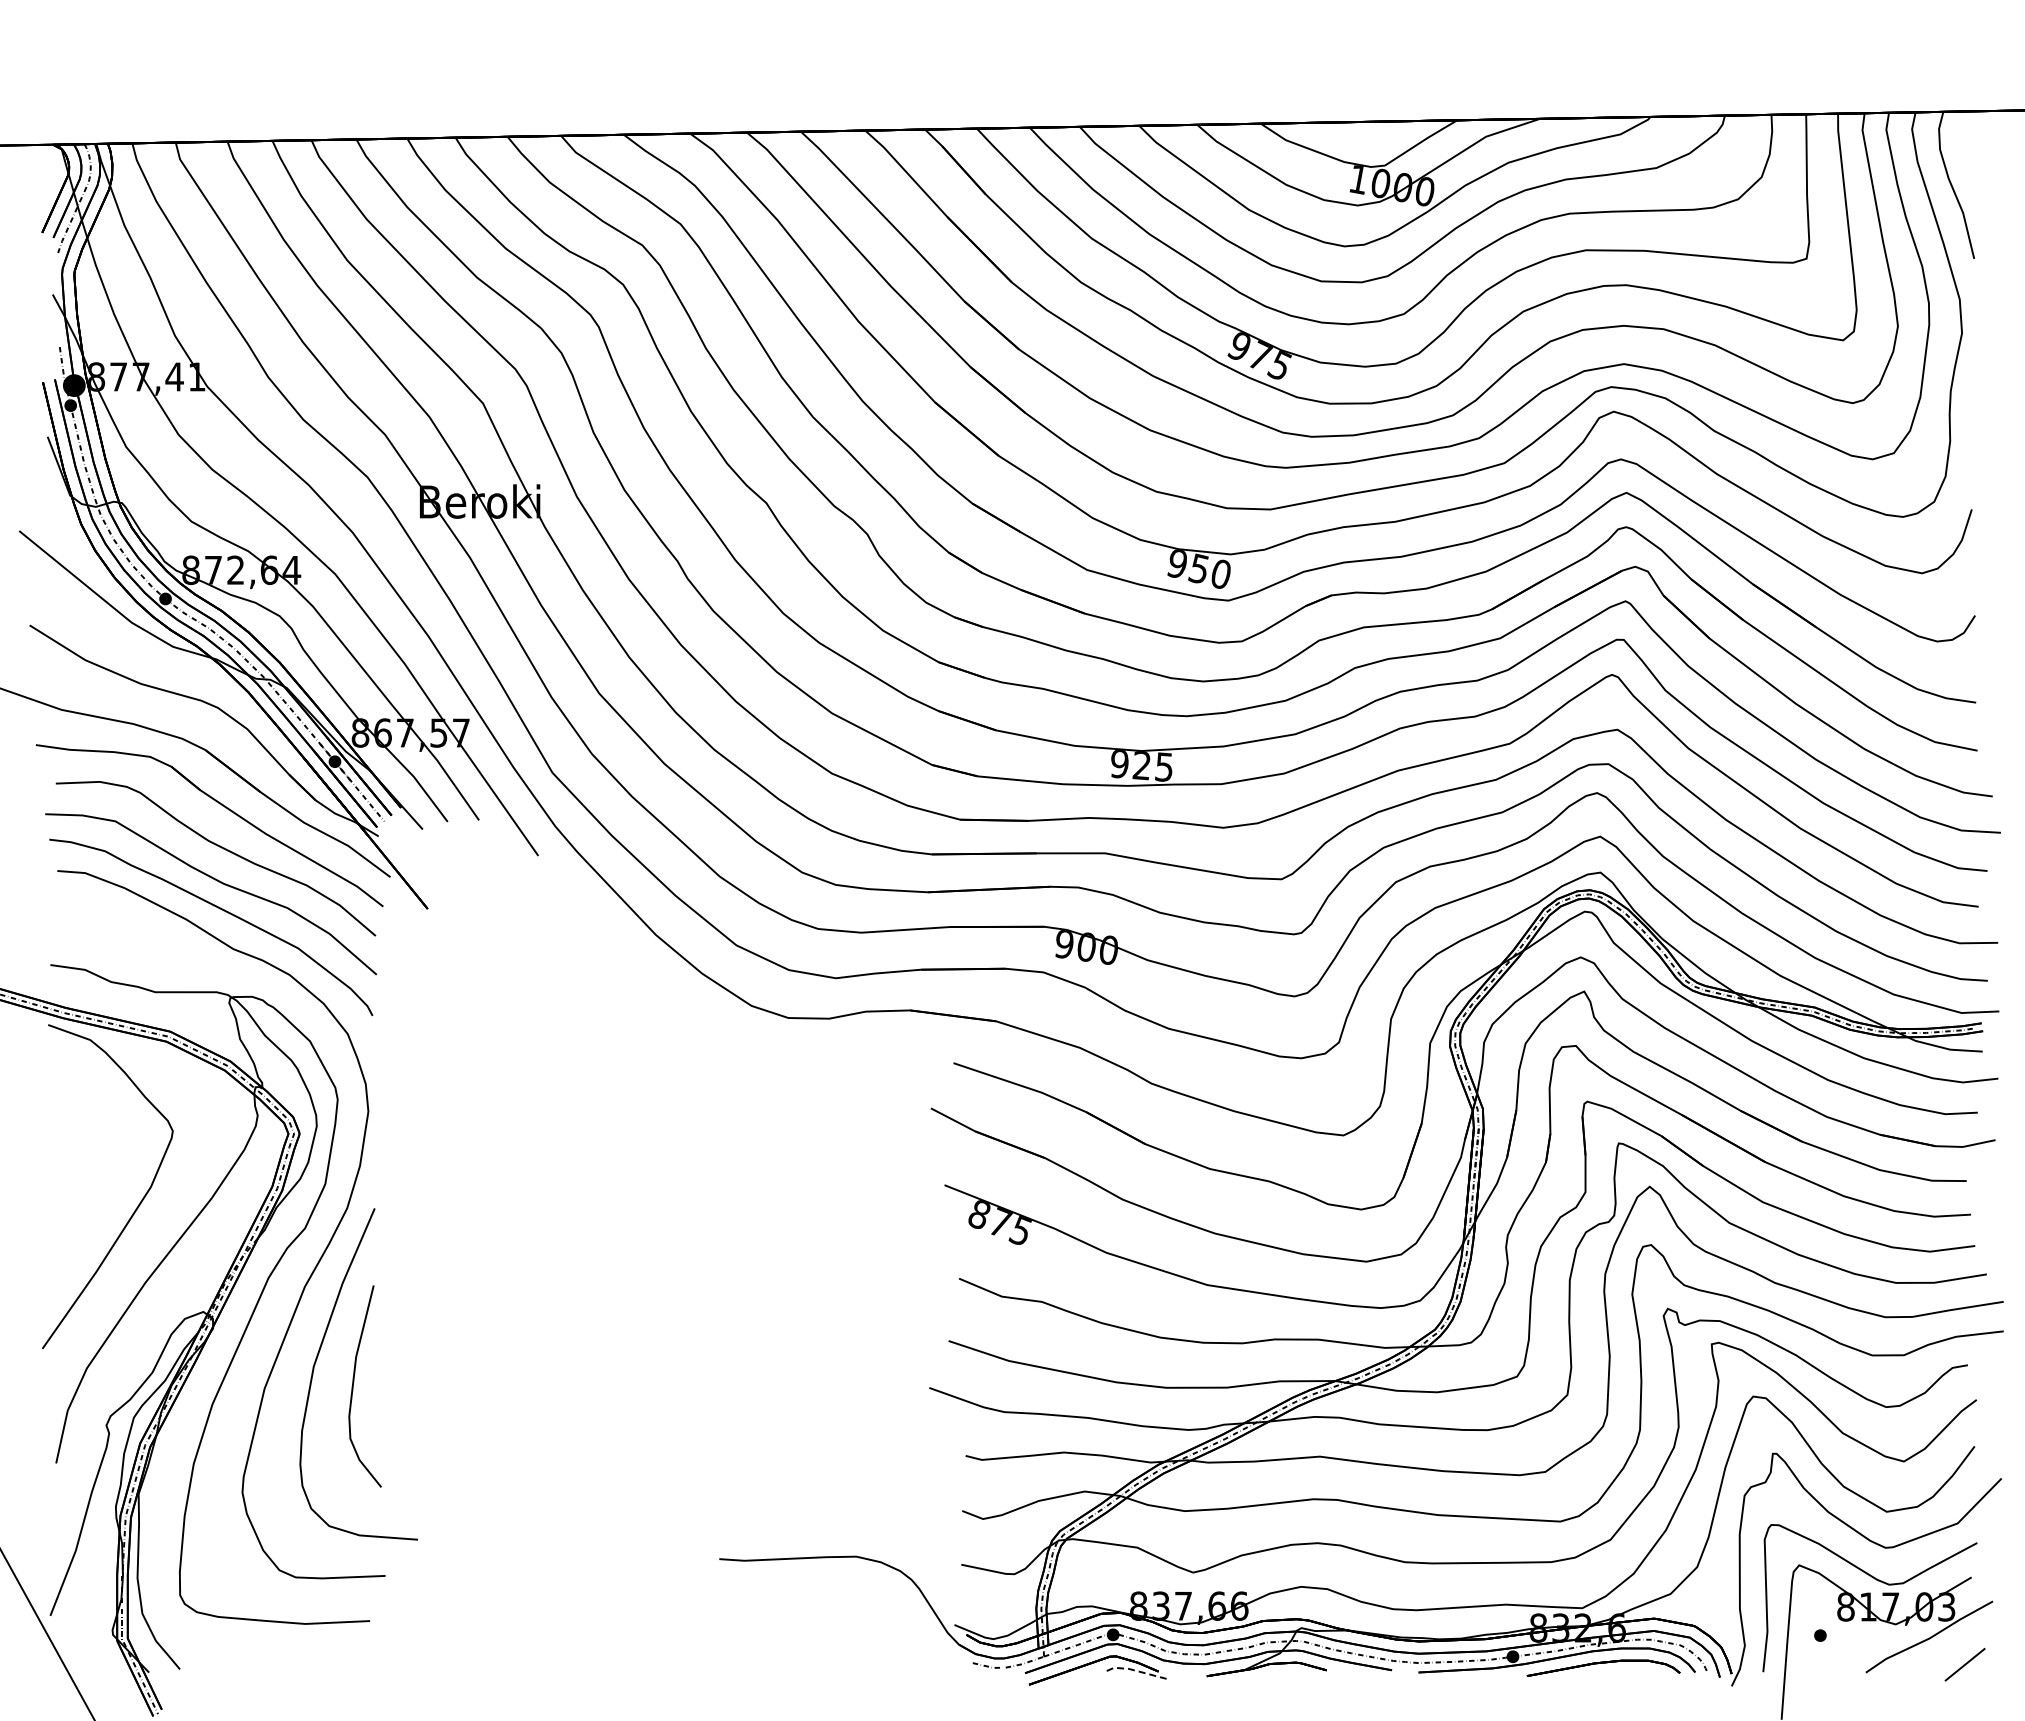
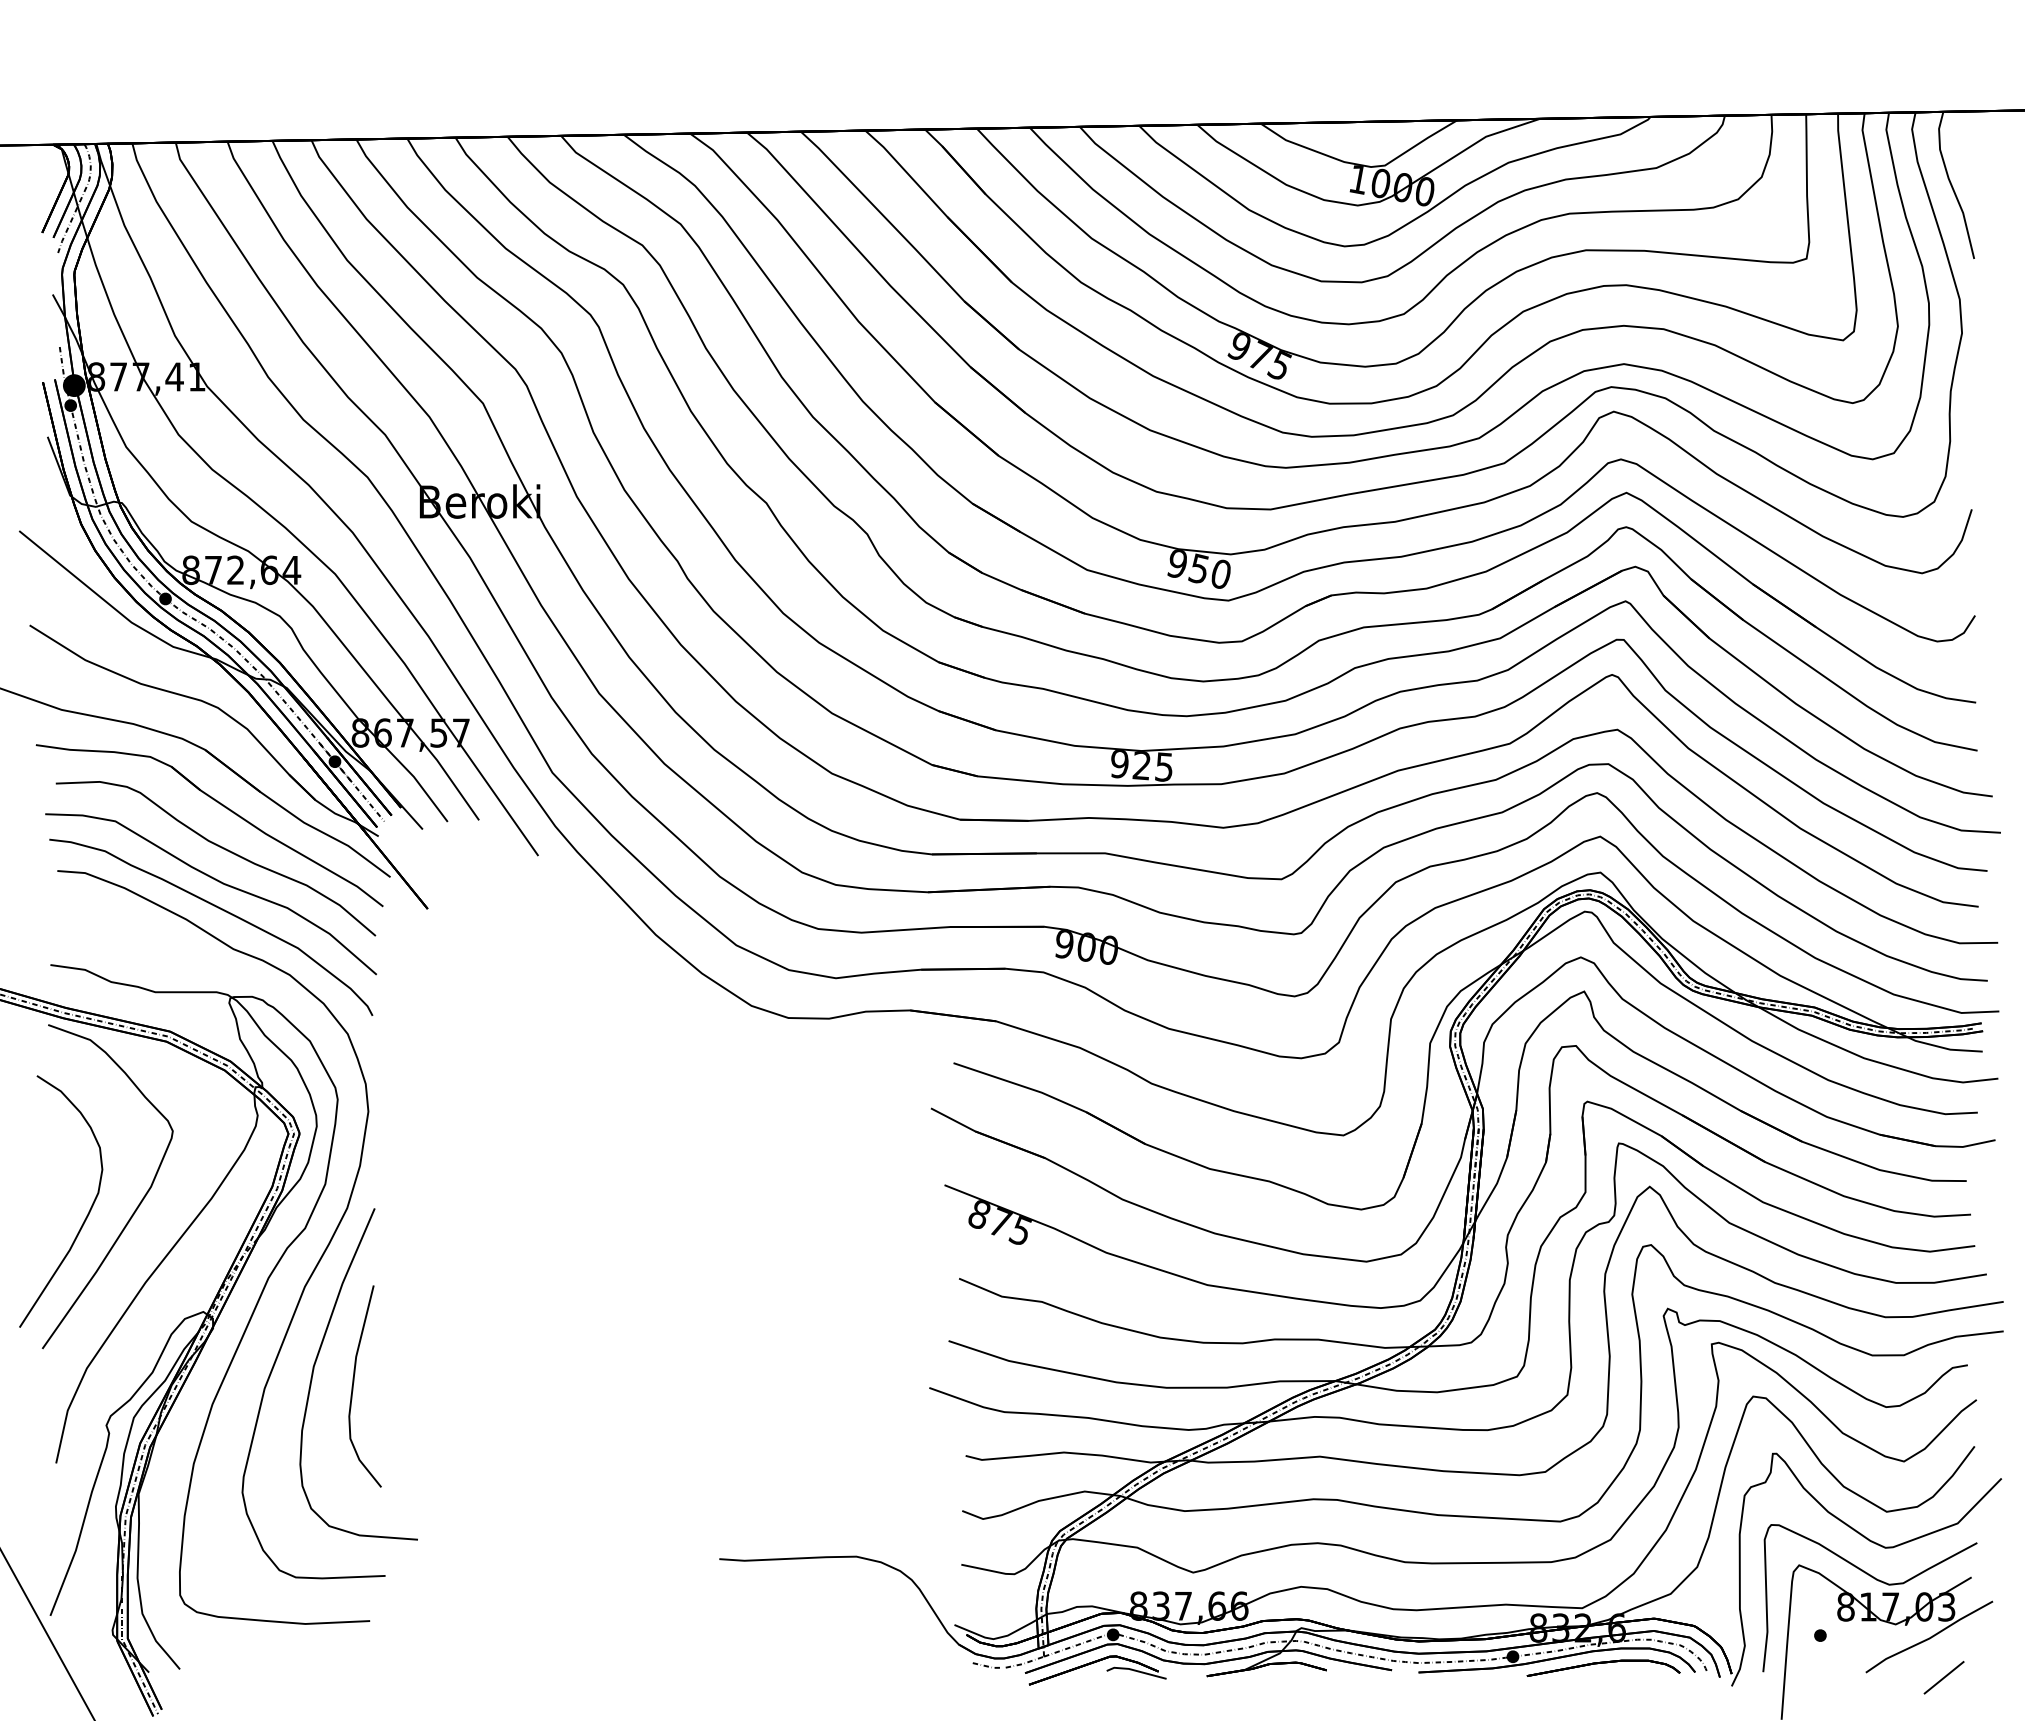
curve at (87, 1213): none -> present
line at (1964, 1664) position: (1964, 1664) -> (1943, 1677)
line at (1135, 1670): dashed -> solid
